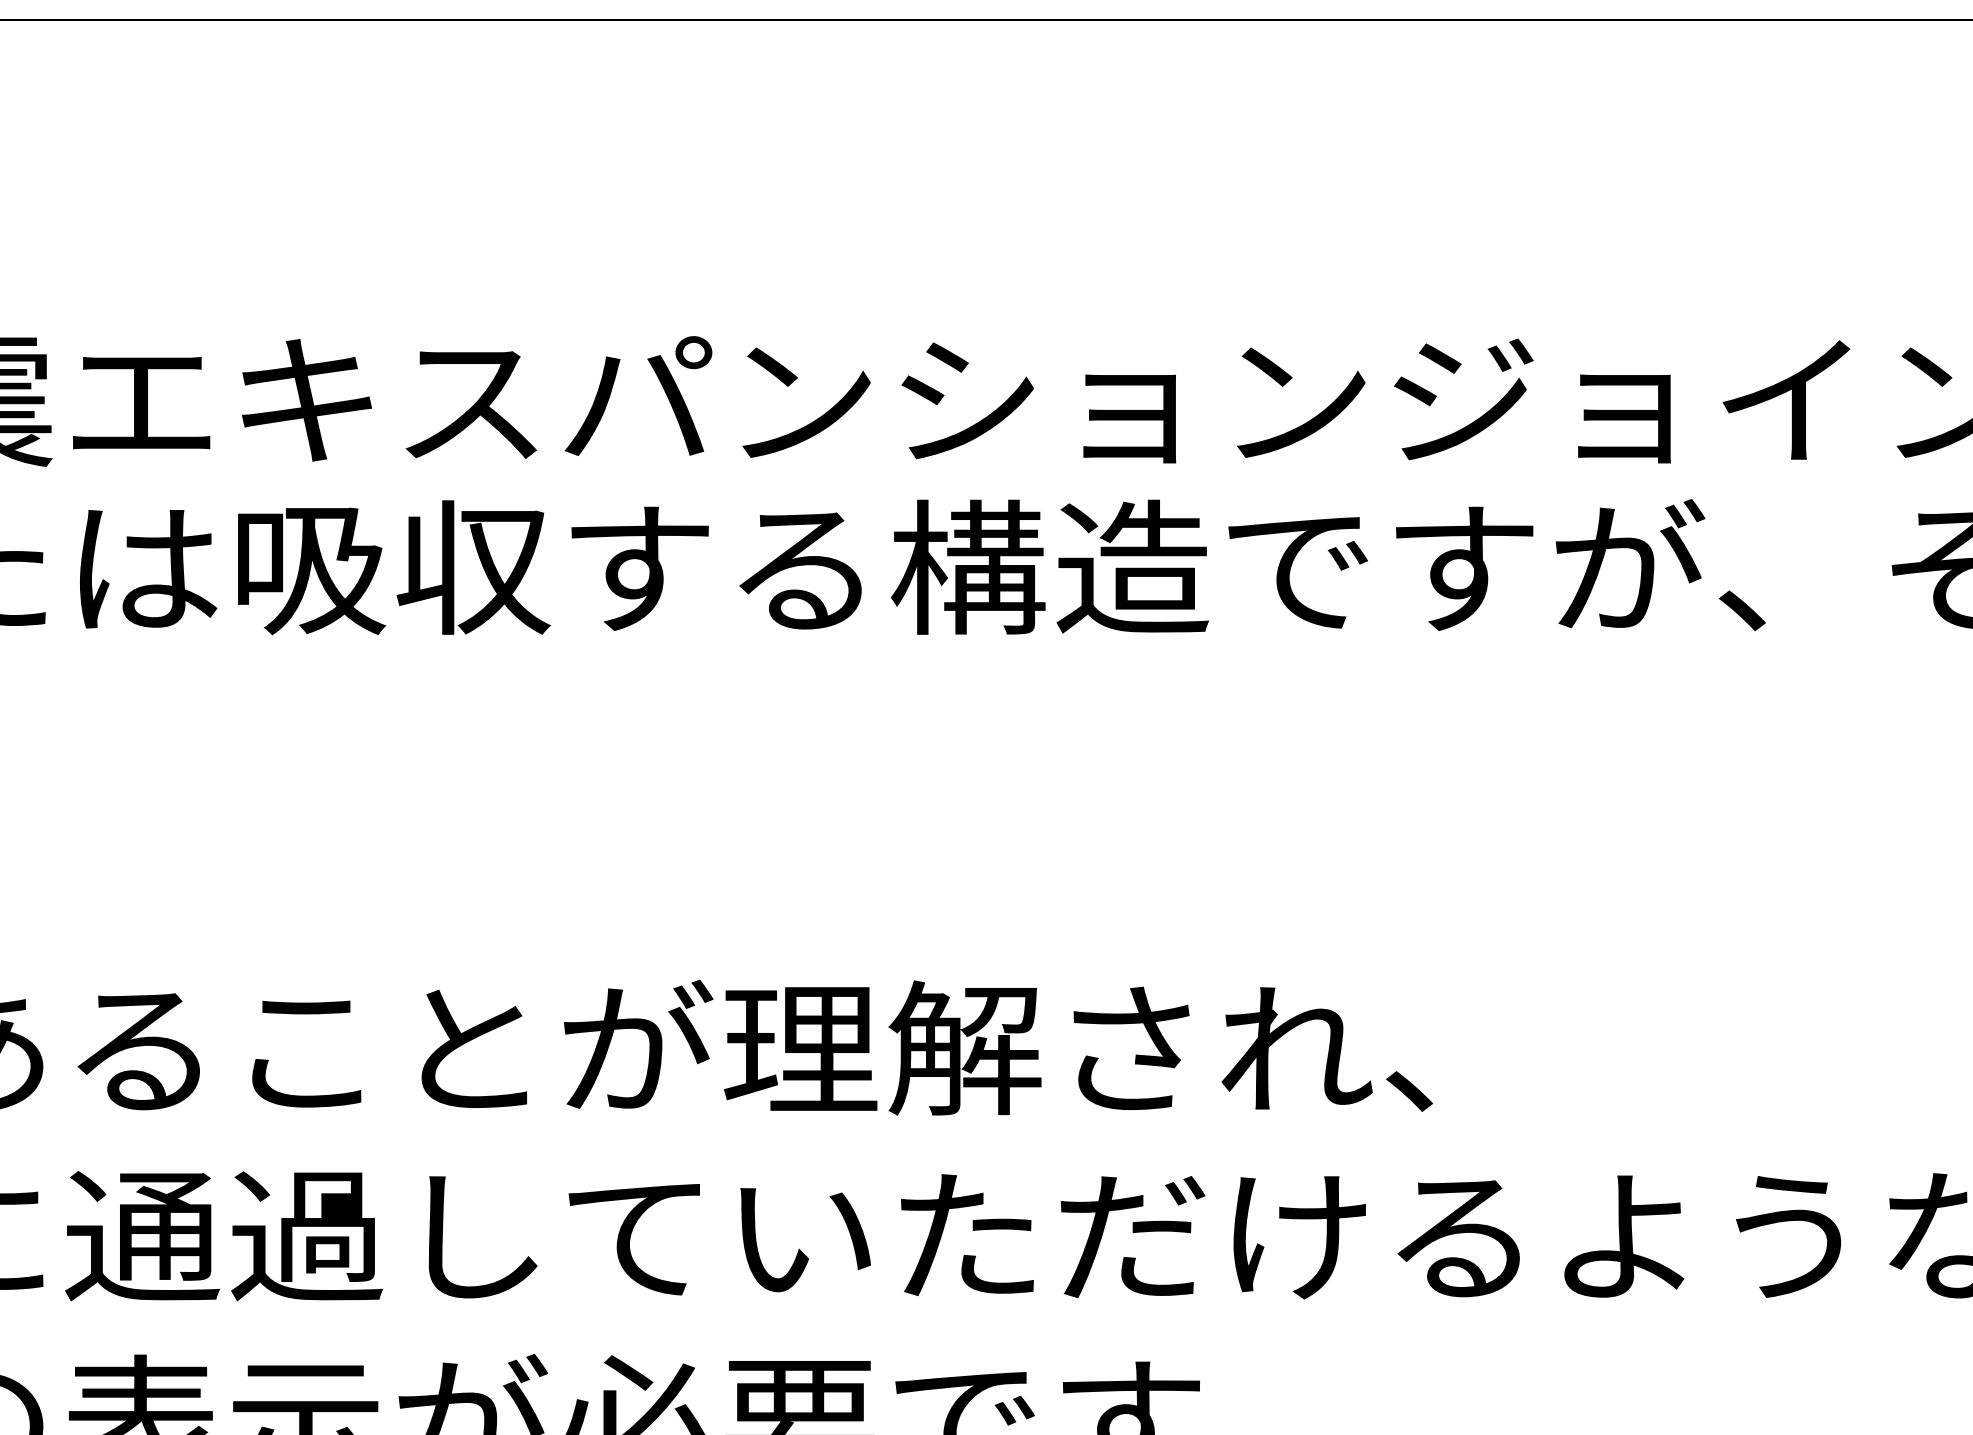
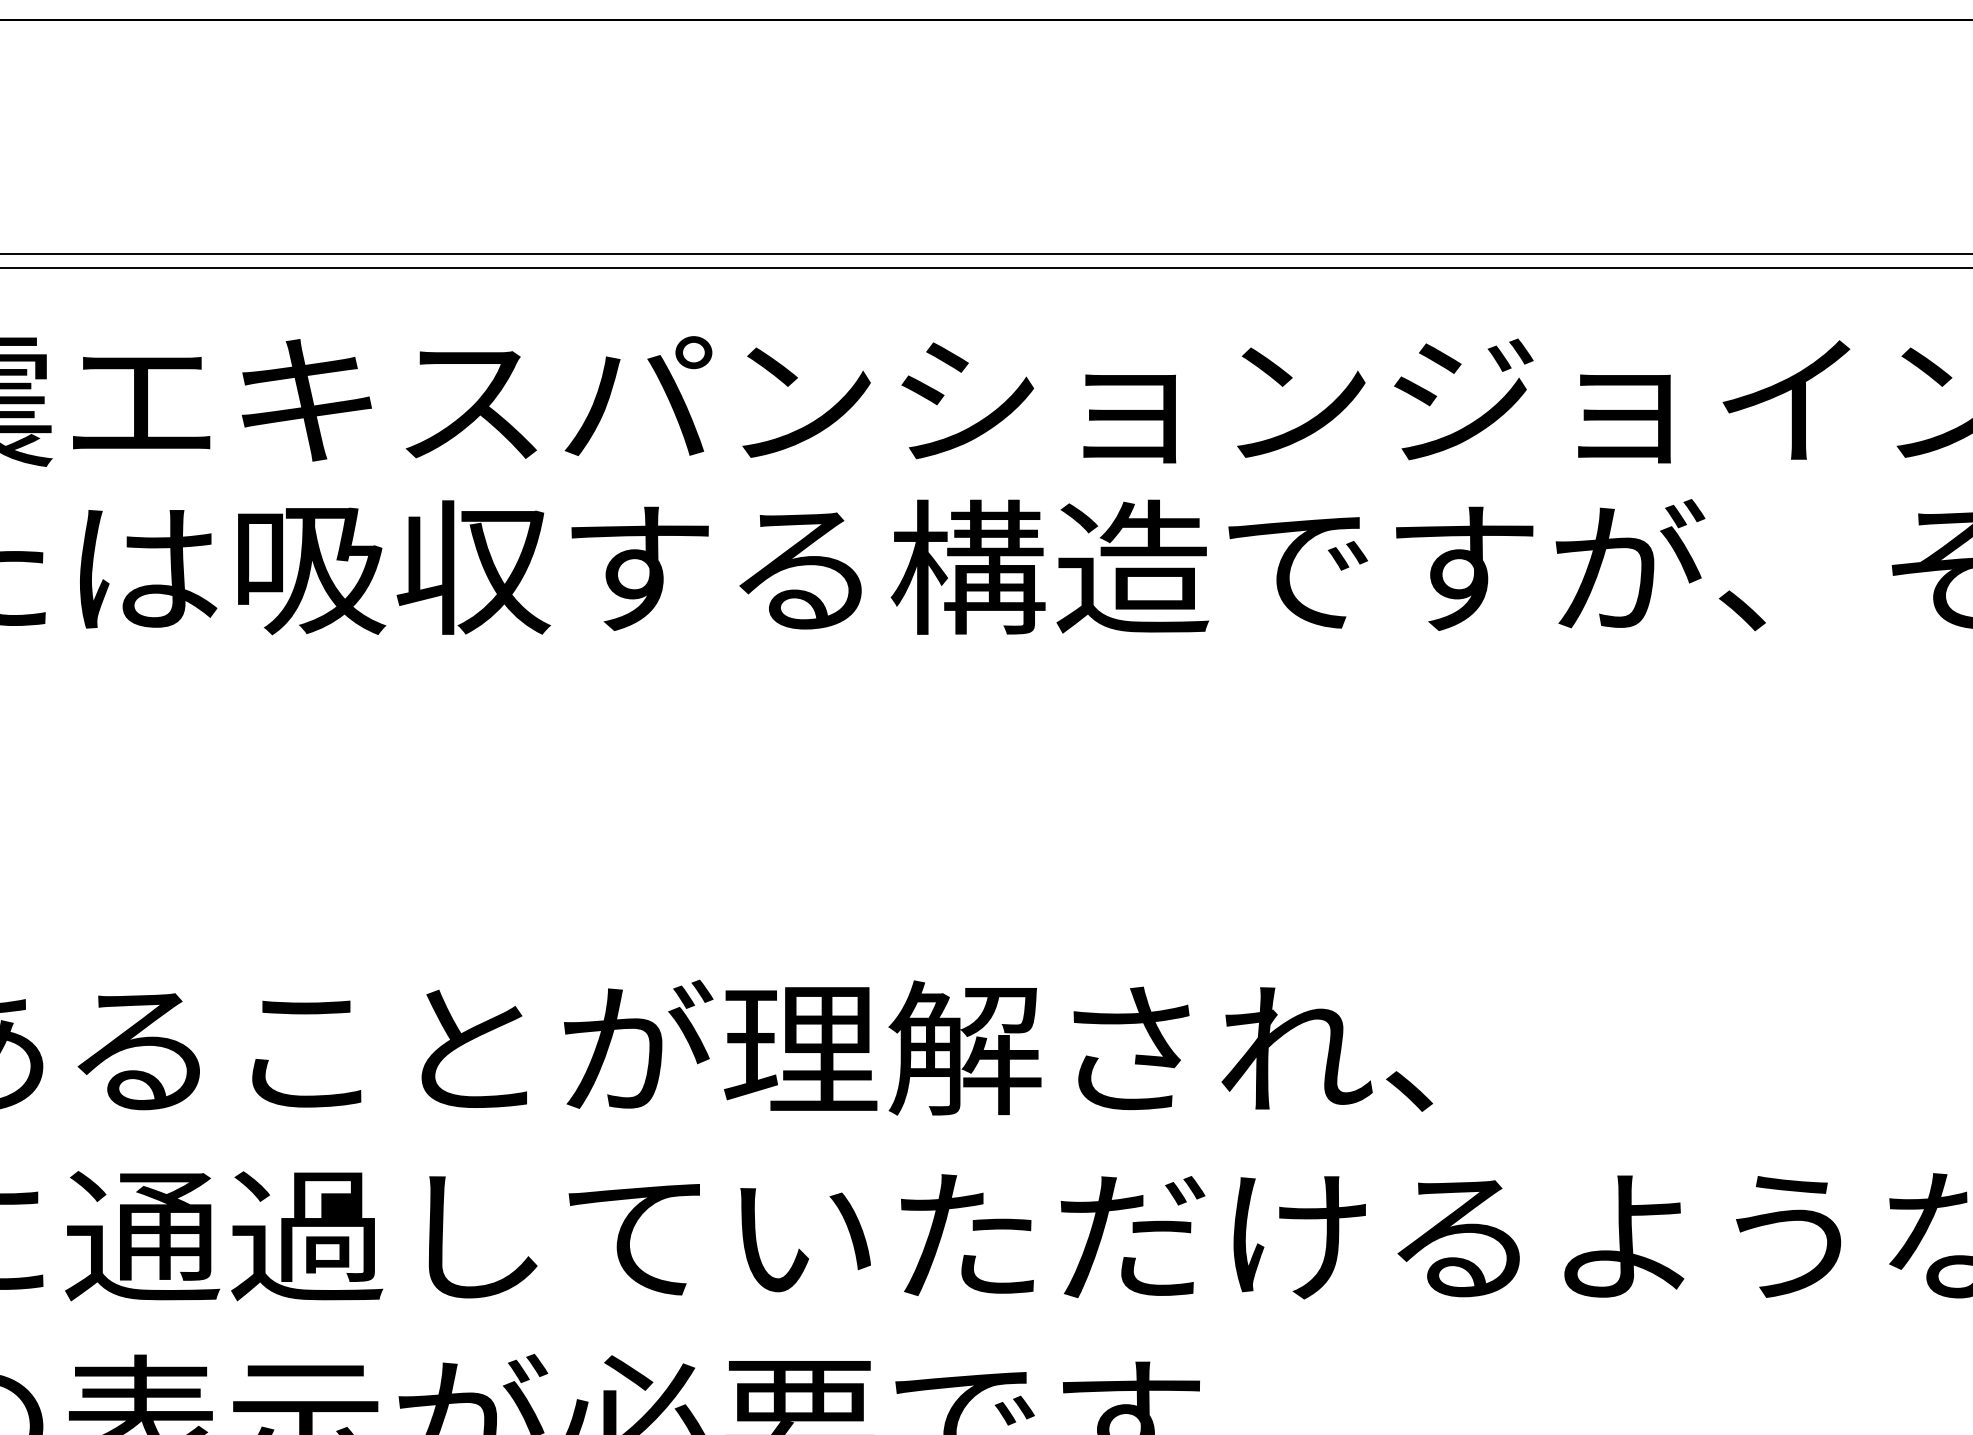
line at (985, 254): none -> present
line at (985, 268): none -> present
